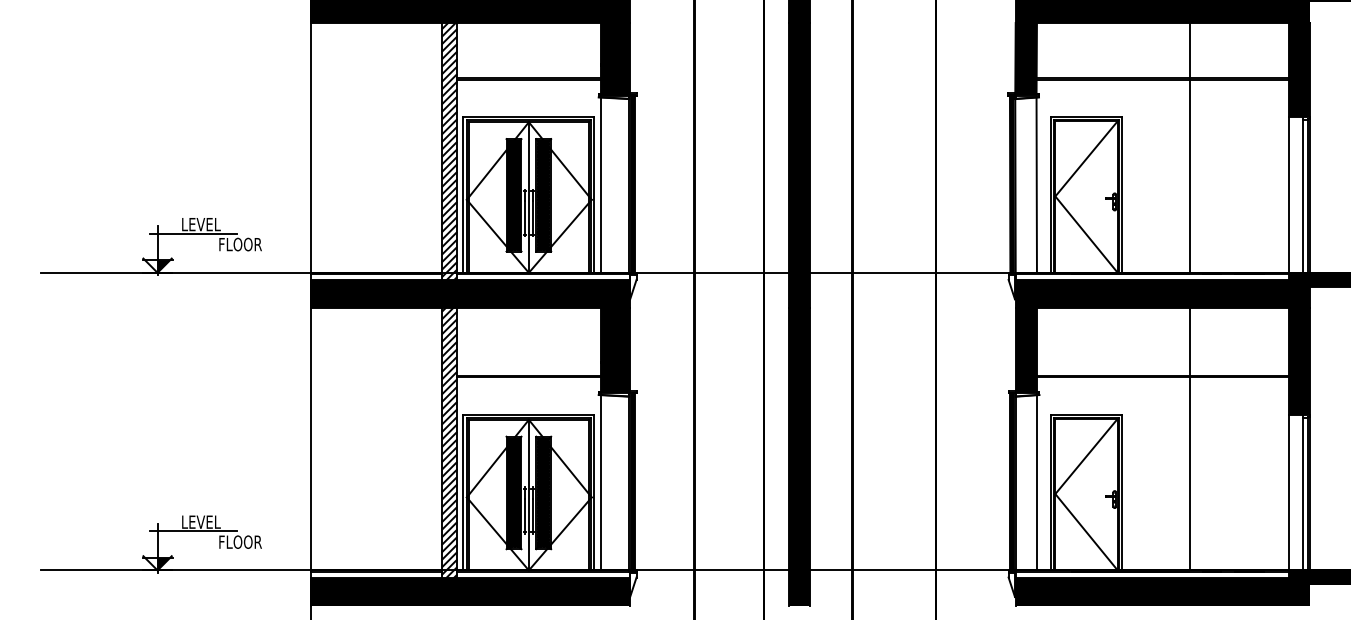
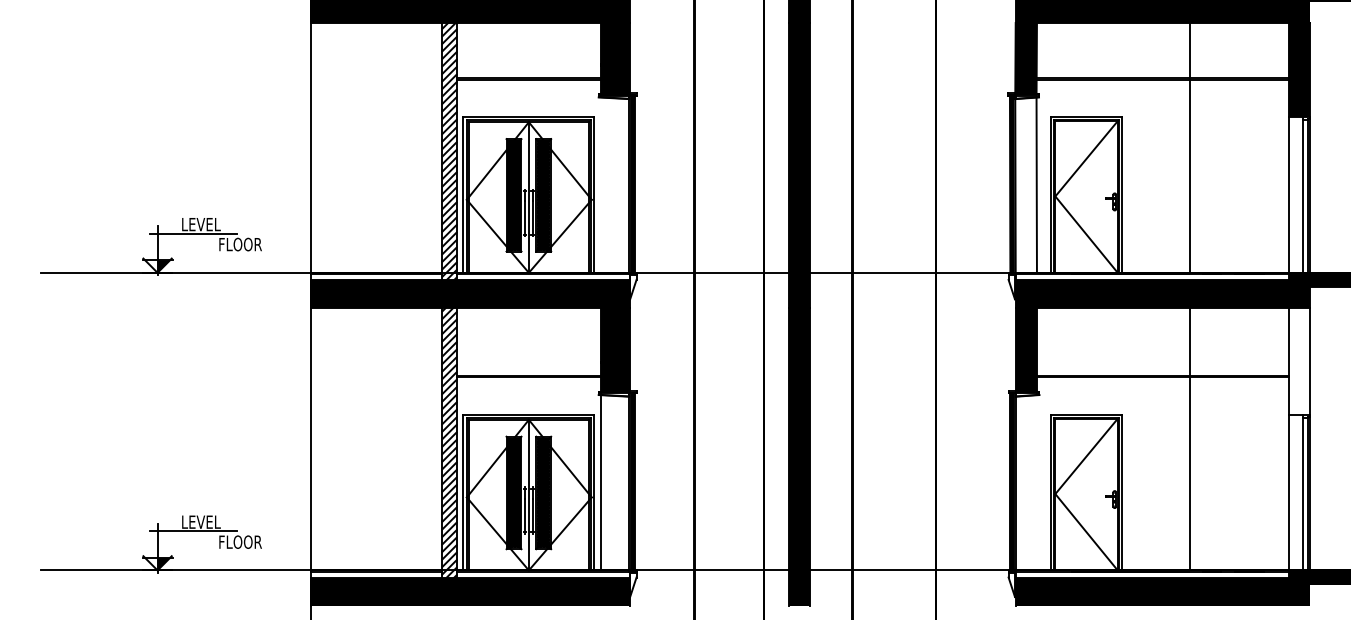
line at (601, 184): present -> none
fill at (1299, 361): present -> none
line at (1036, 482): present -> none
